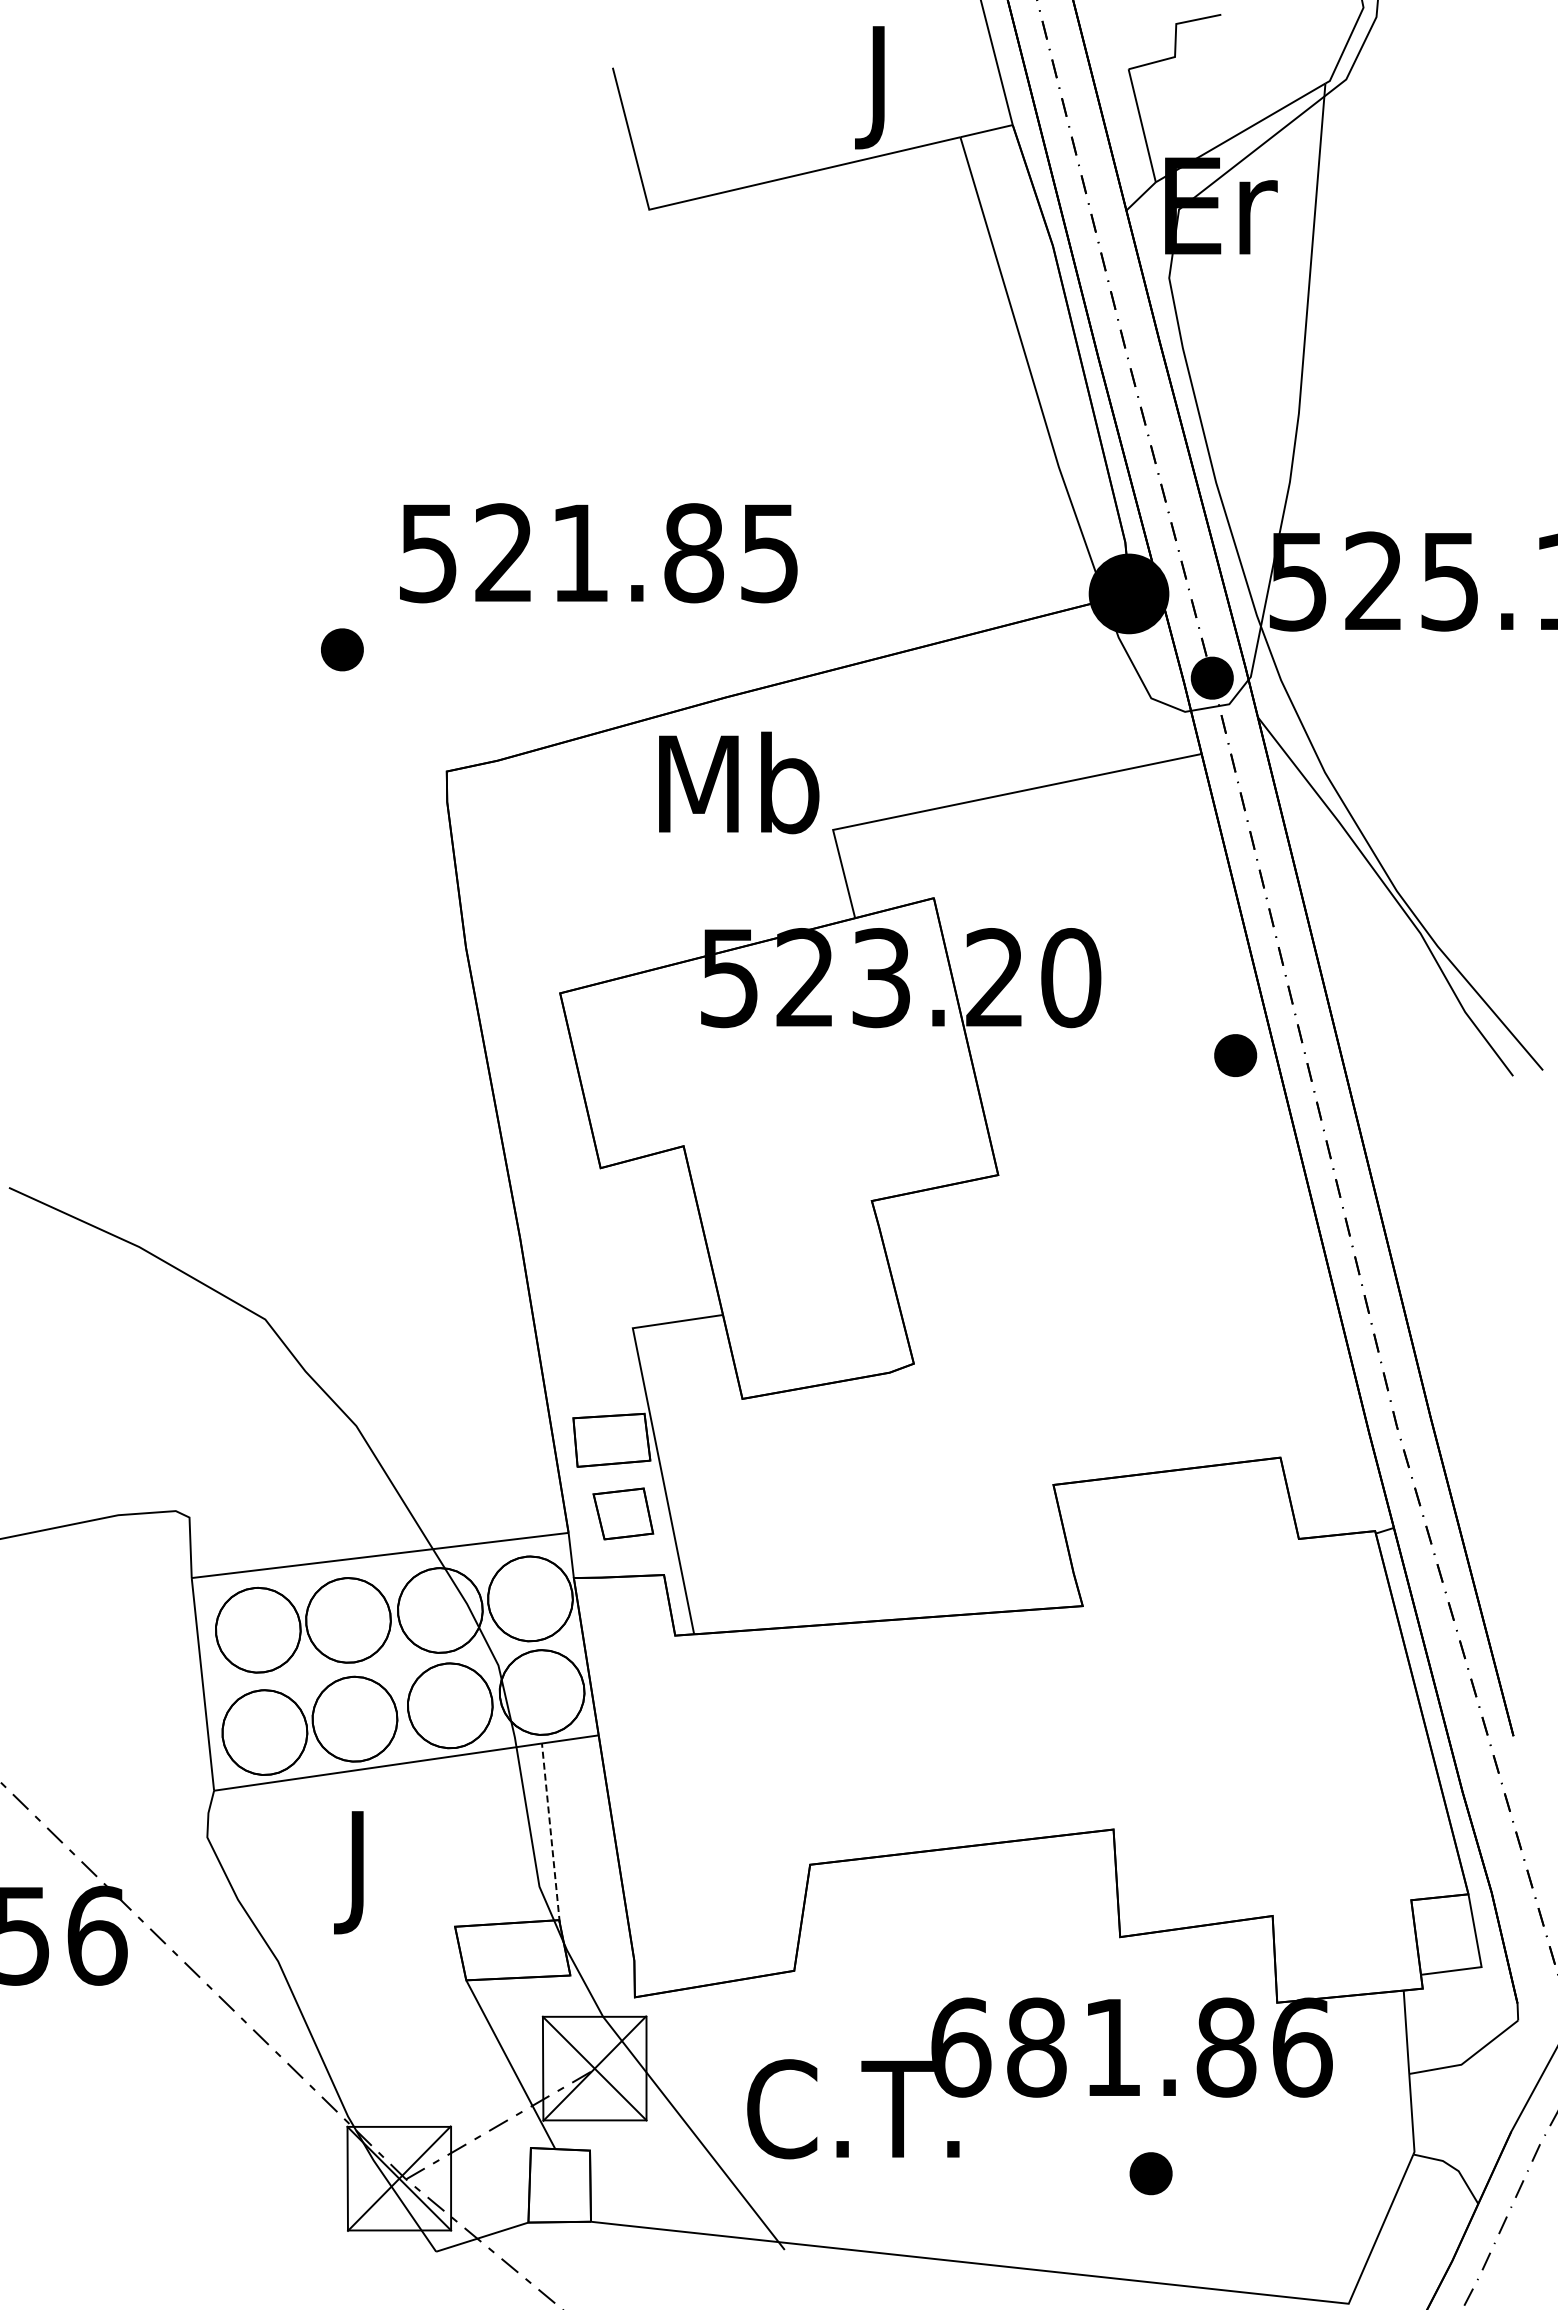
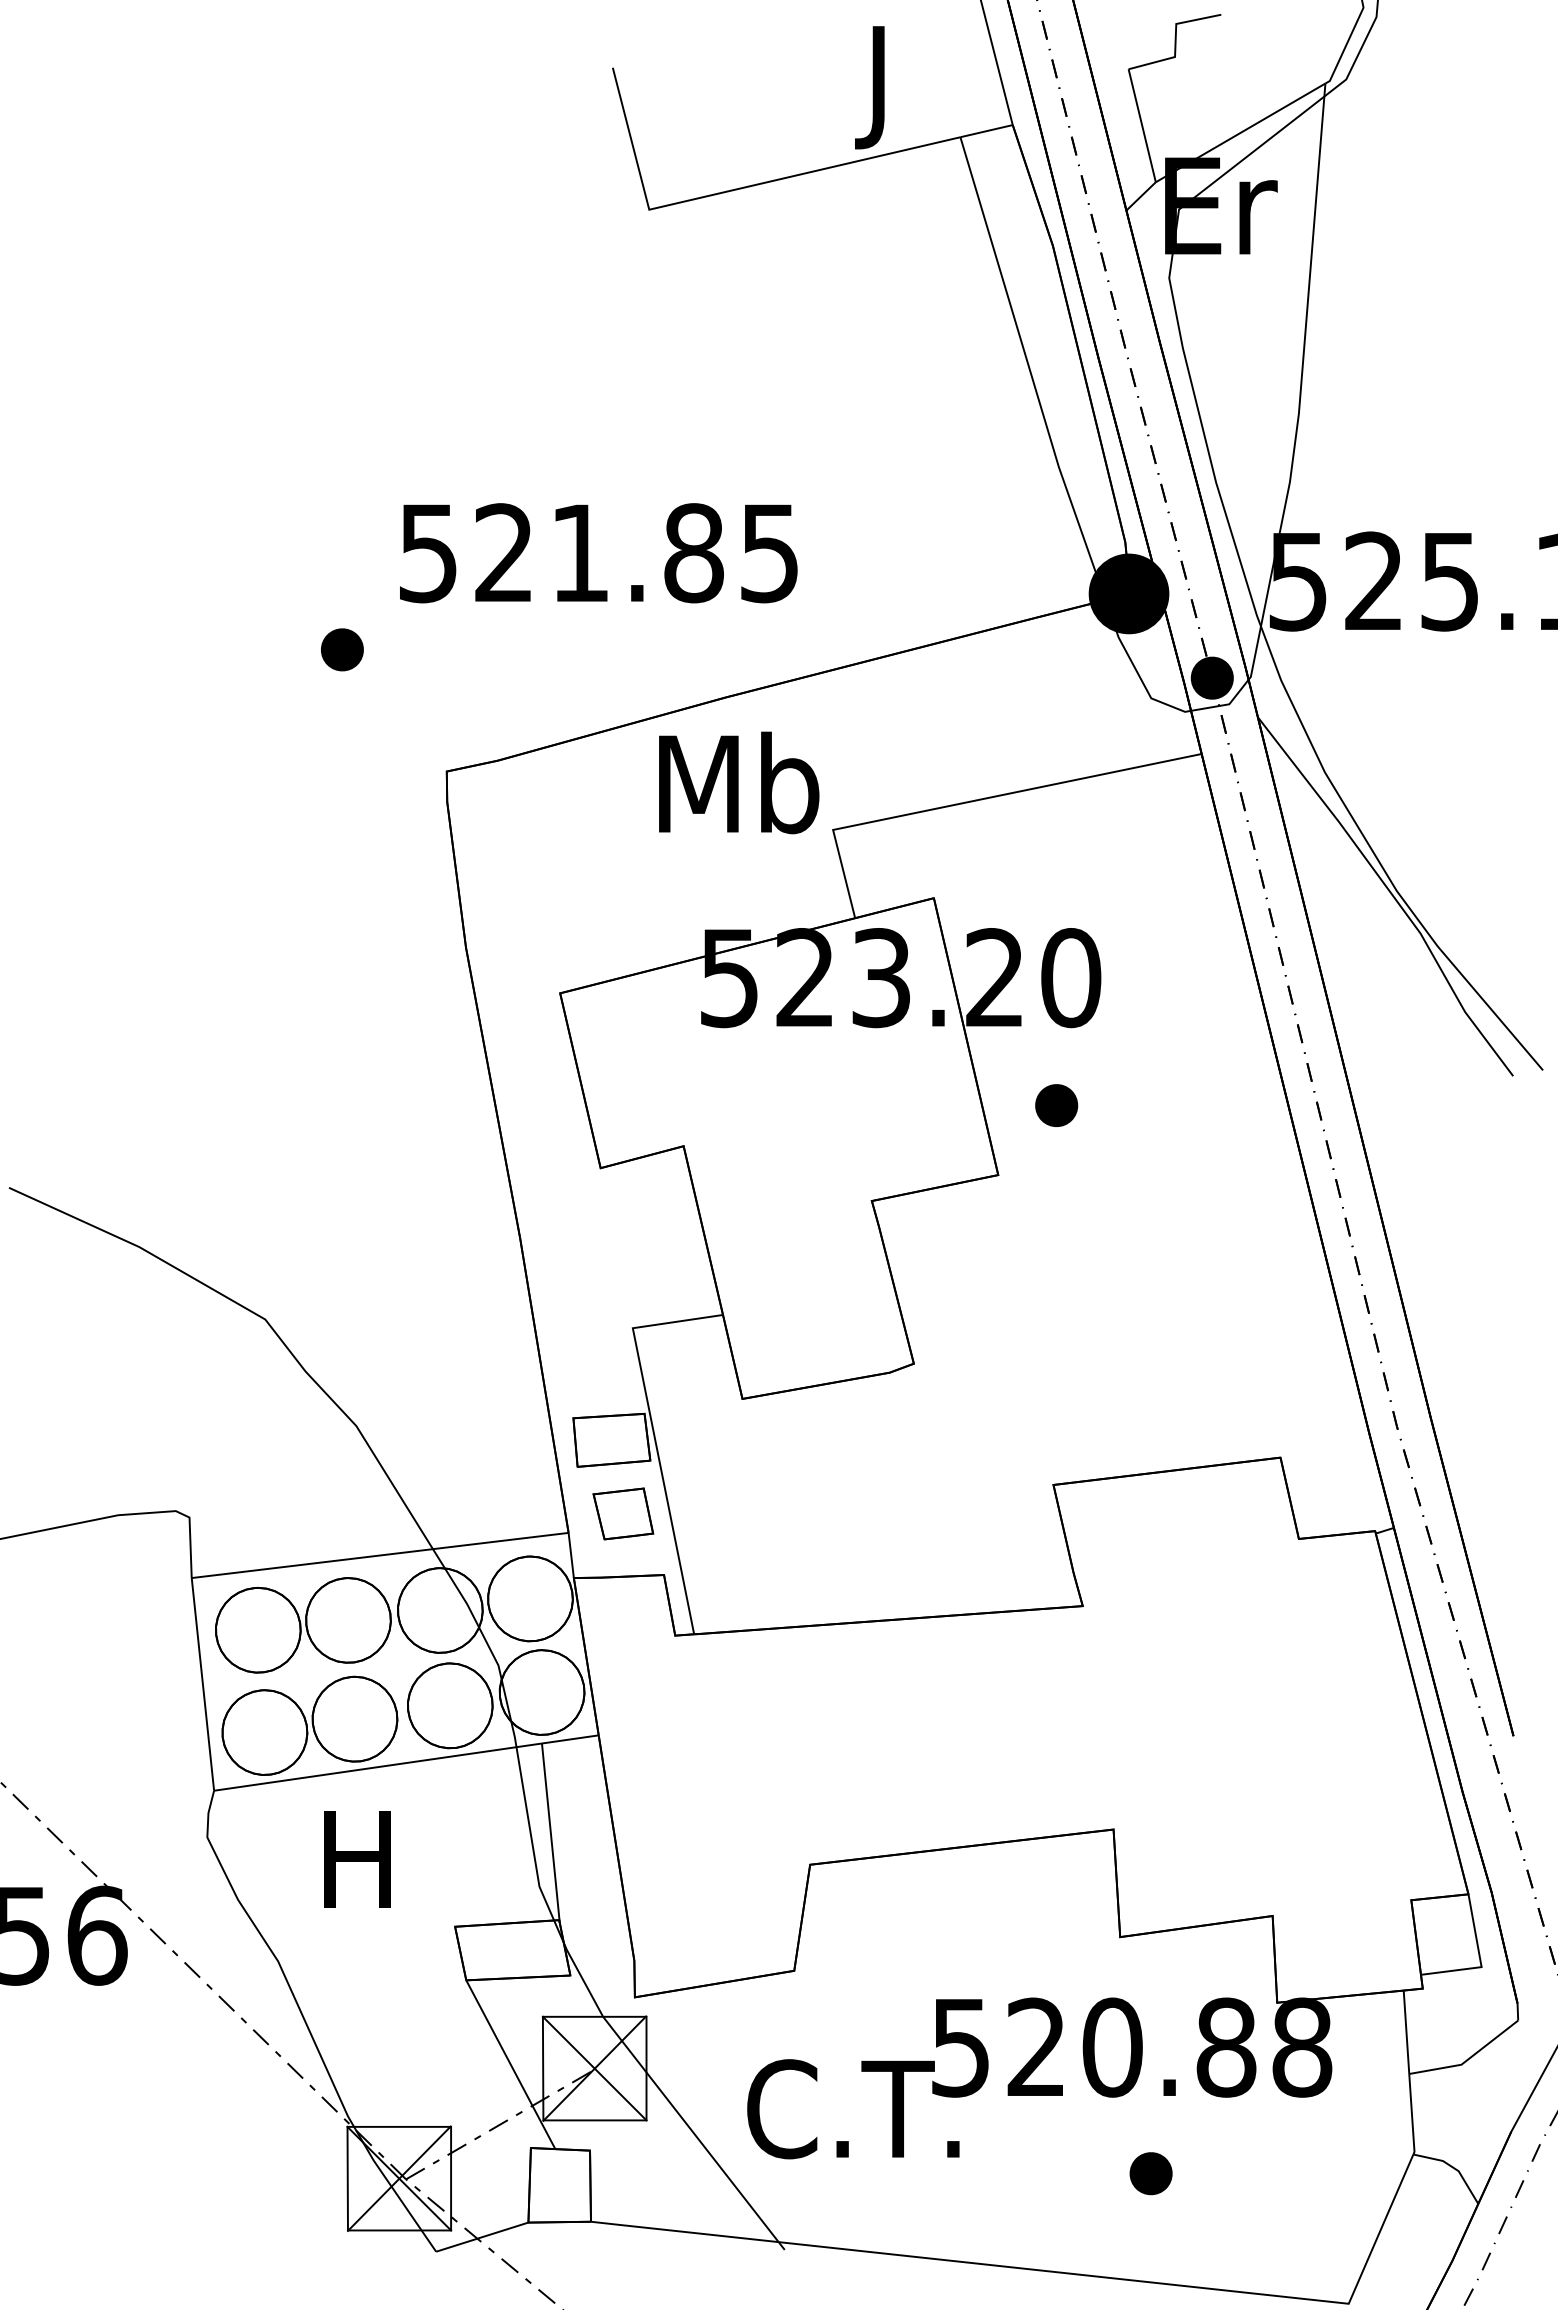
part at (1235, 1055) position: (1235, 1055) -> (1056, 1105)
line at (550, 1832): dashed -> solid
text at (357, 1872): J -> H
text at (1131, 2047): 681.86 -> 520.88
